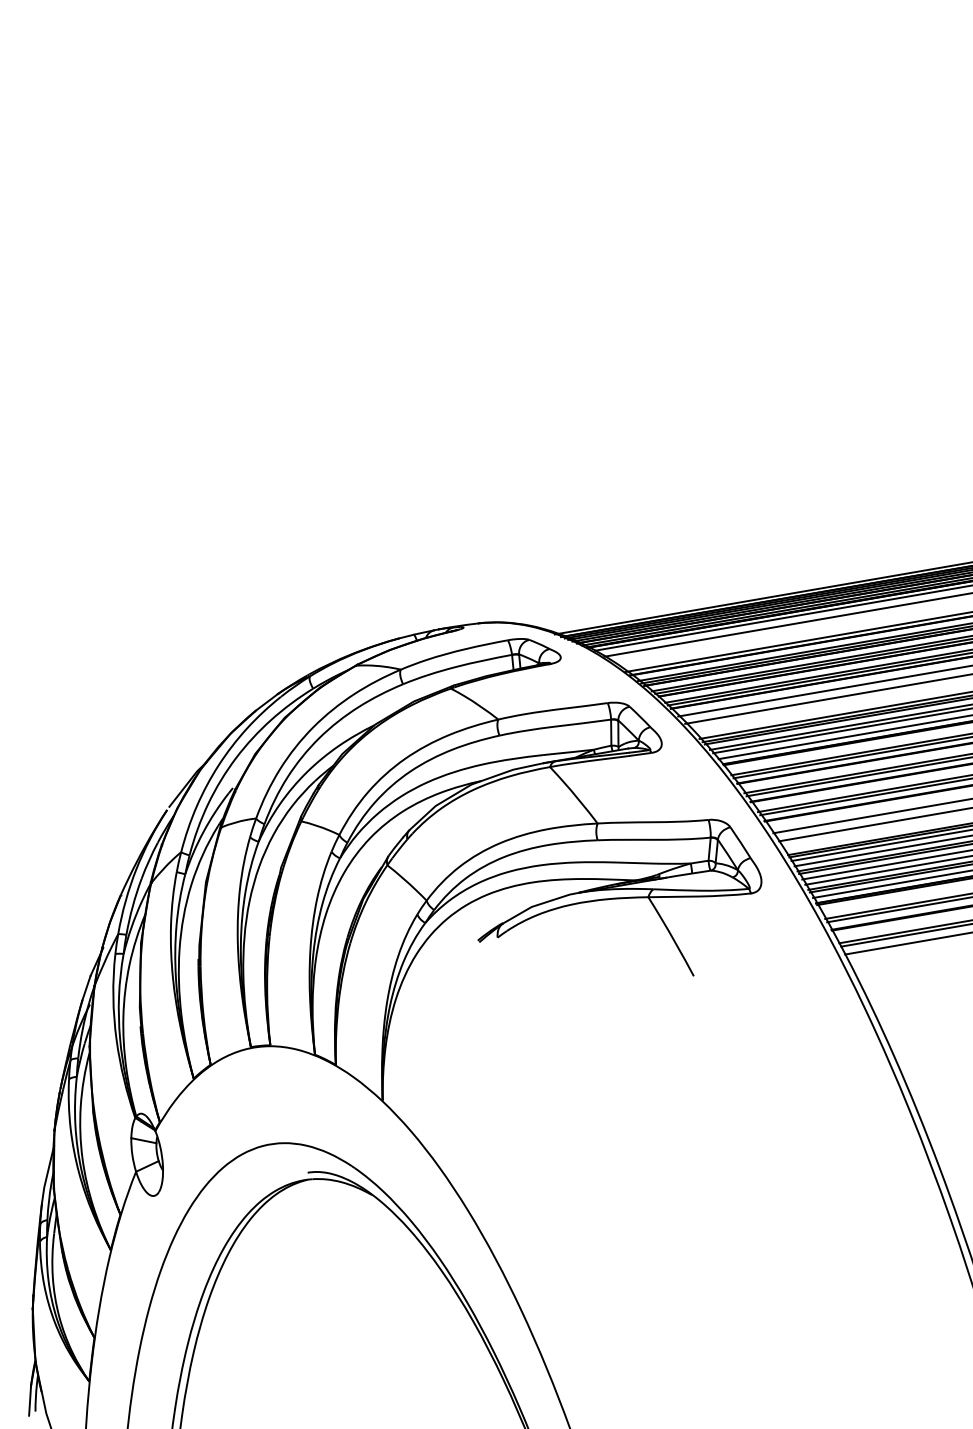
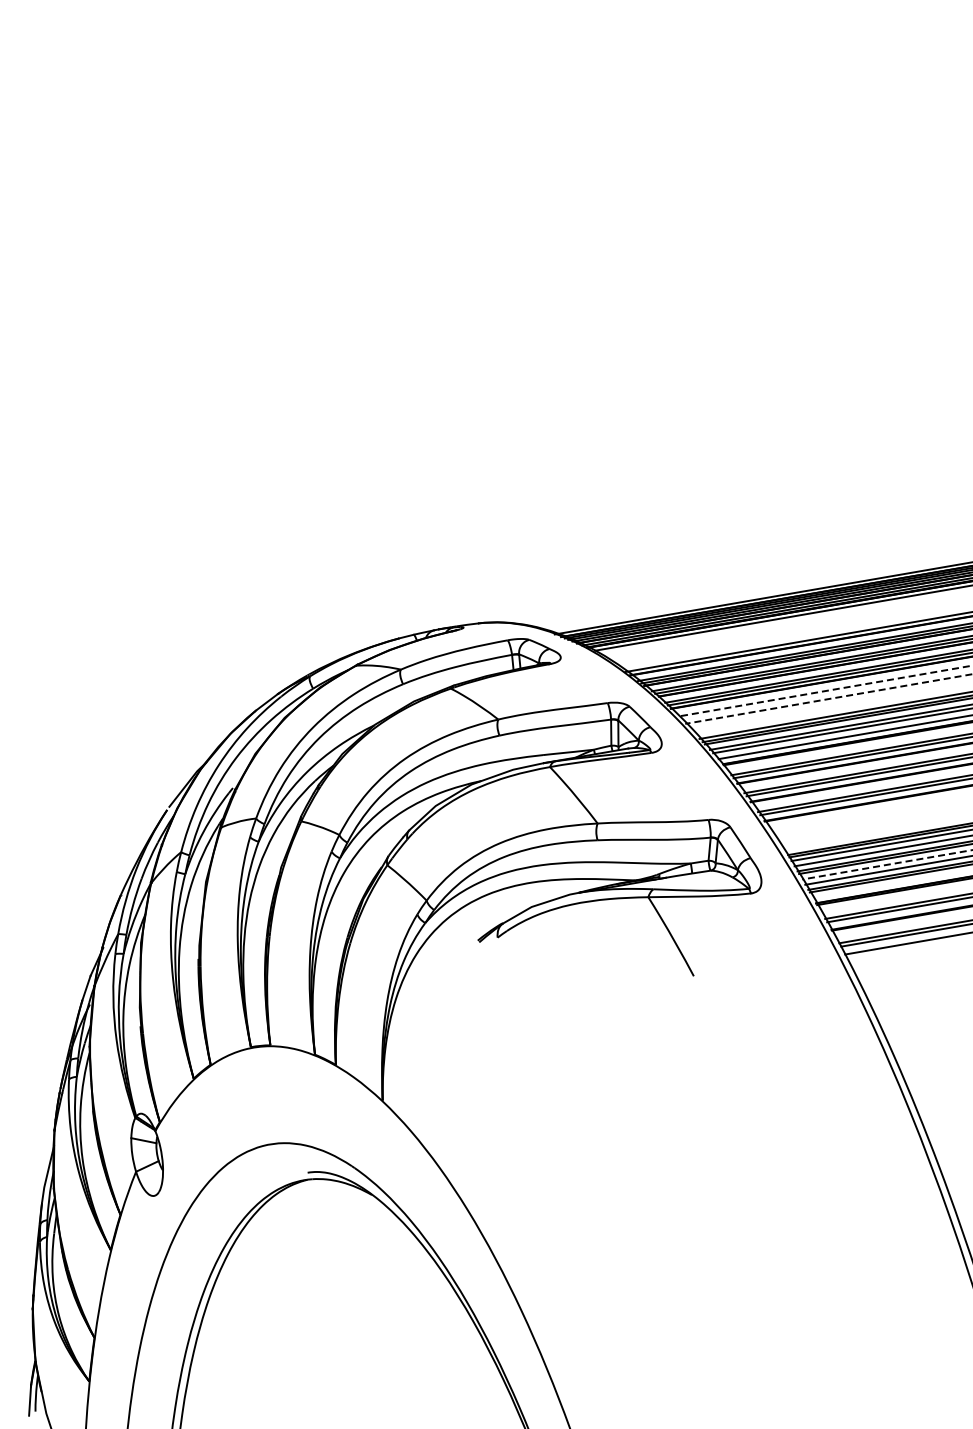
line at (786, 624): present -> none
line at (825, 691): solid -> dashed
line at (829, 699): solid -> dashed
line at (871, 816): present -> none
line at (874, 824): present -> none
line at (886, 864): solid -> dashed
line at (891, 884): present -> none
